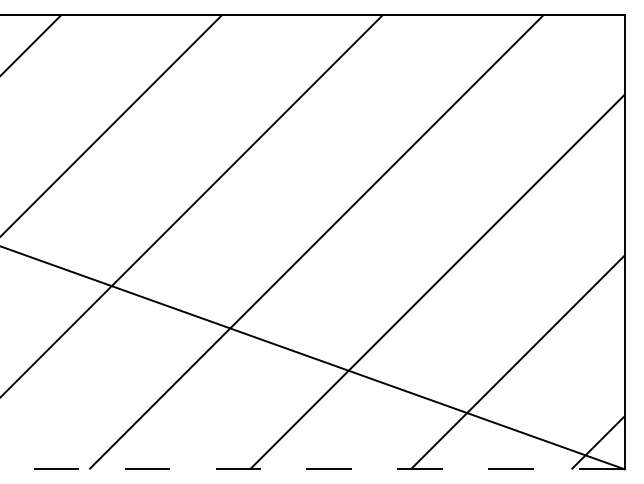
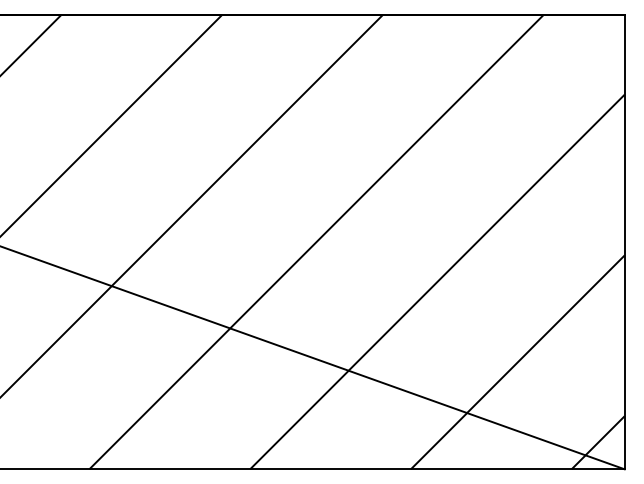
line at (312, 469): dashed -> solid
